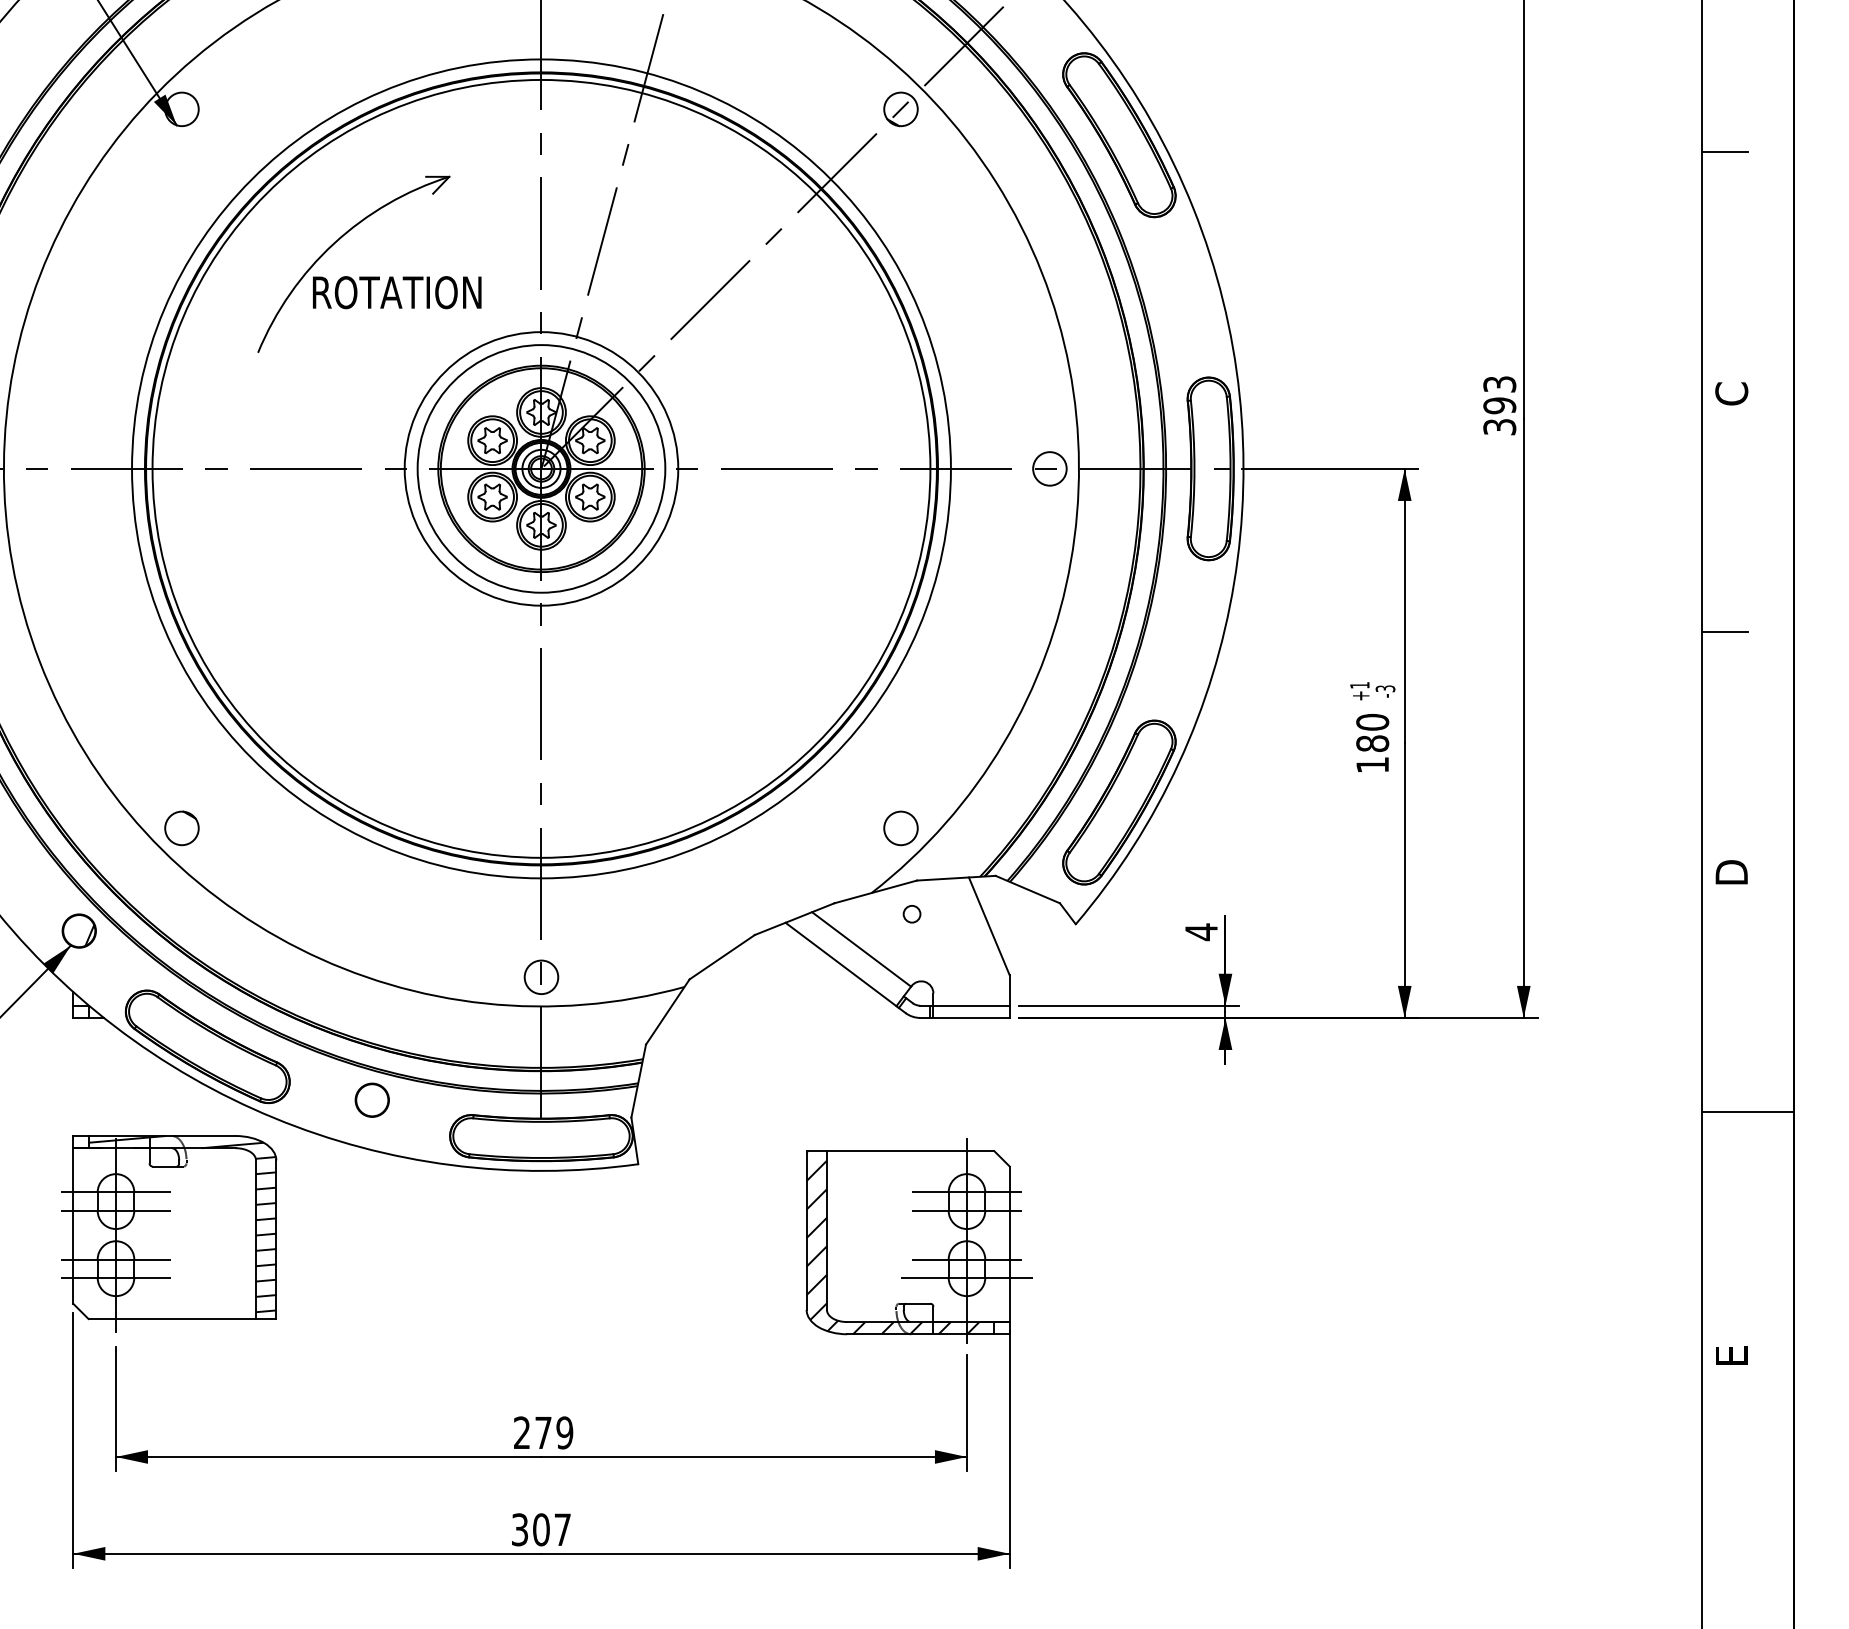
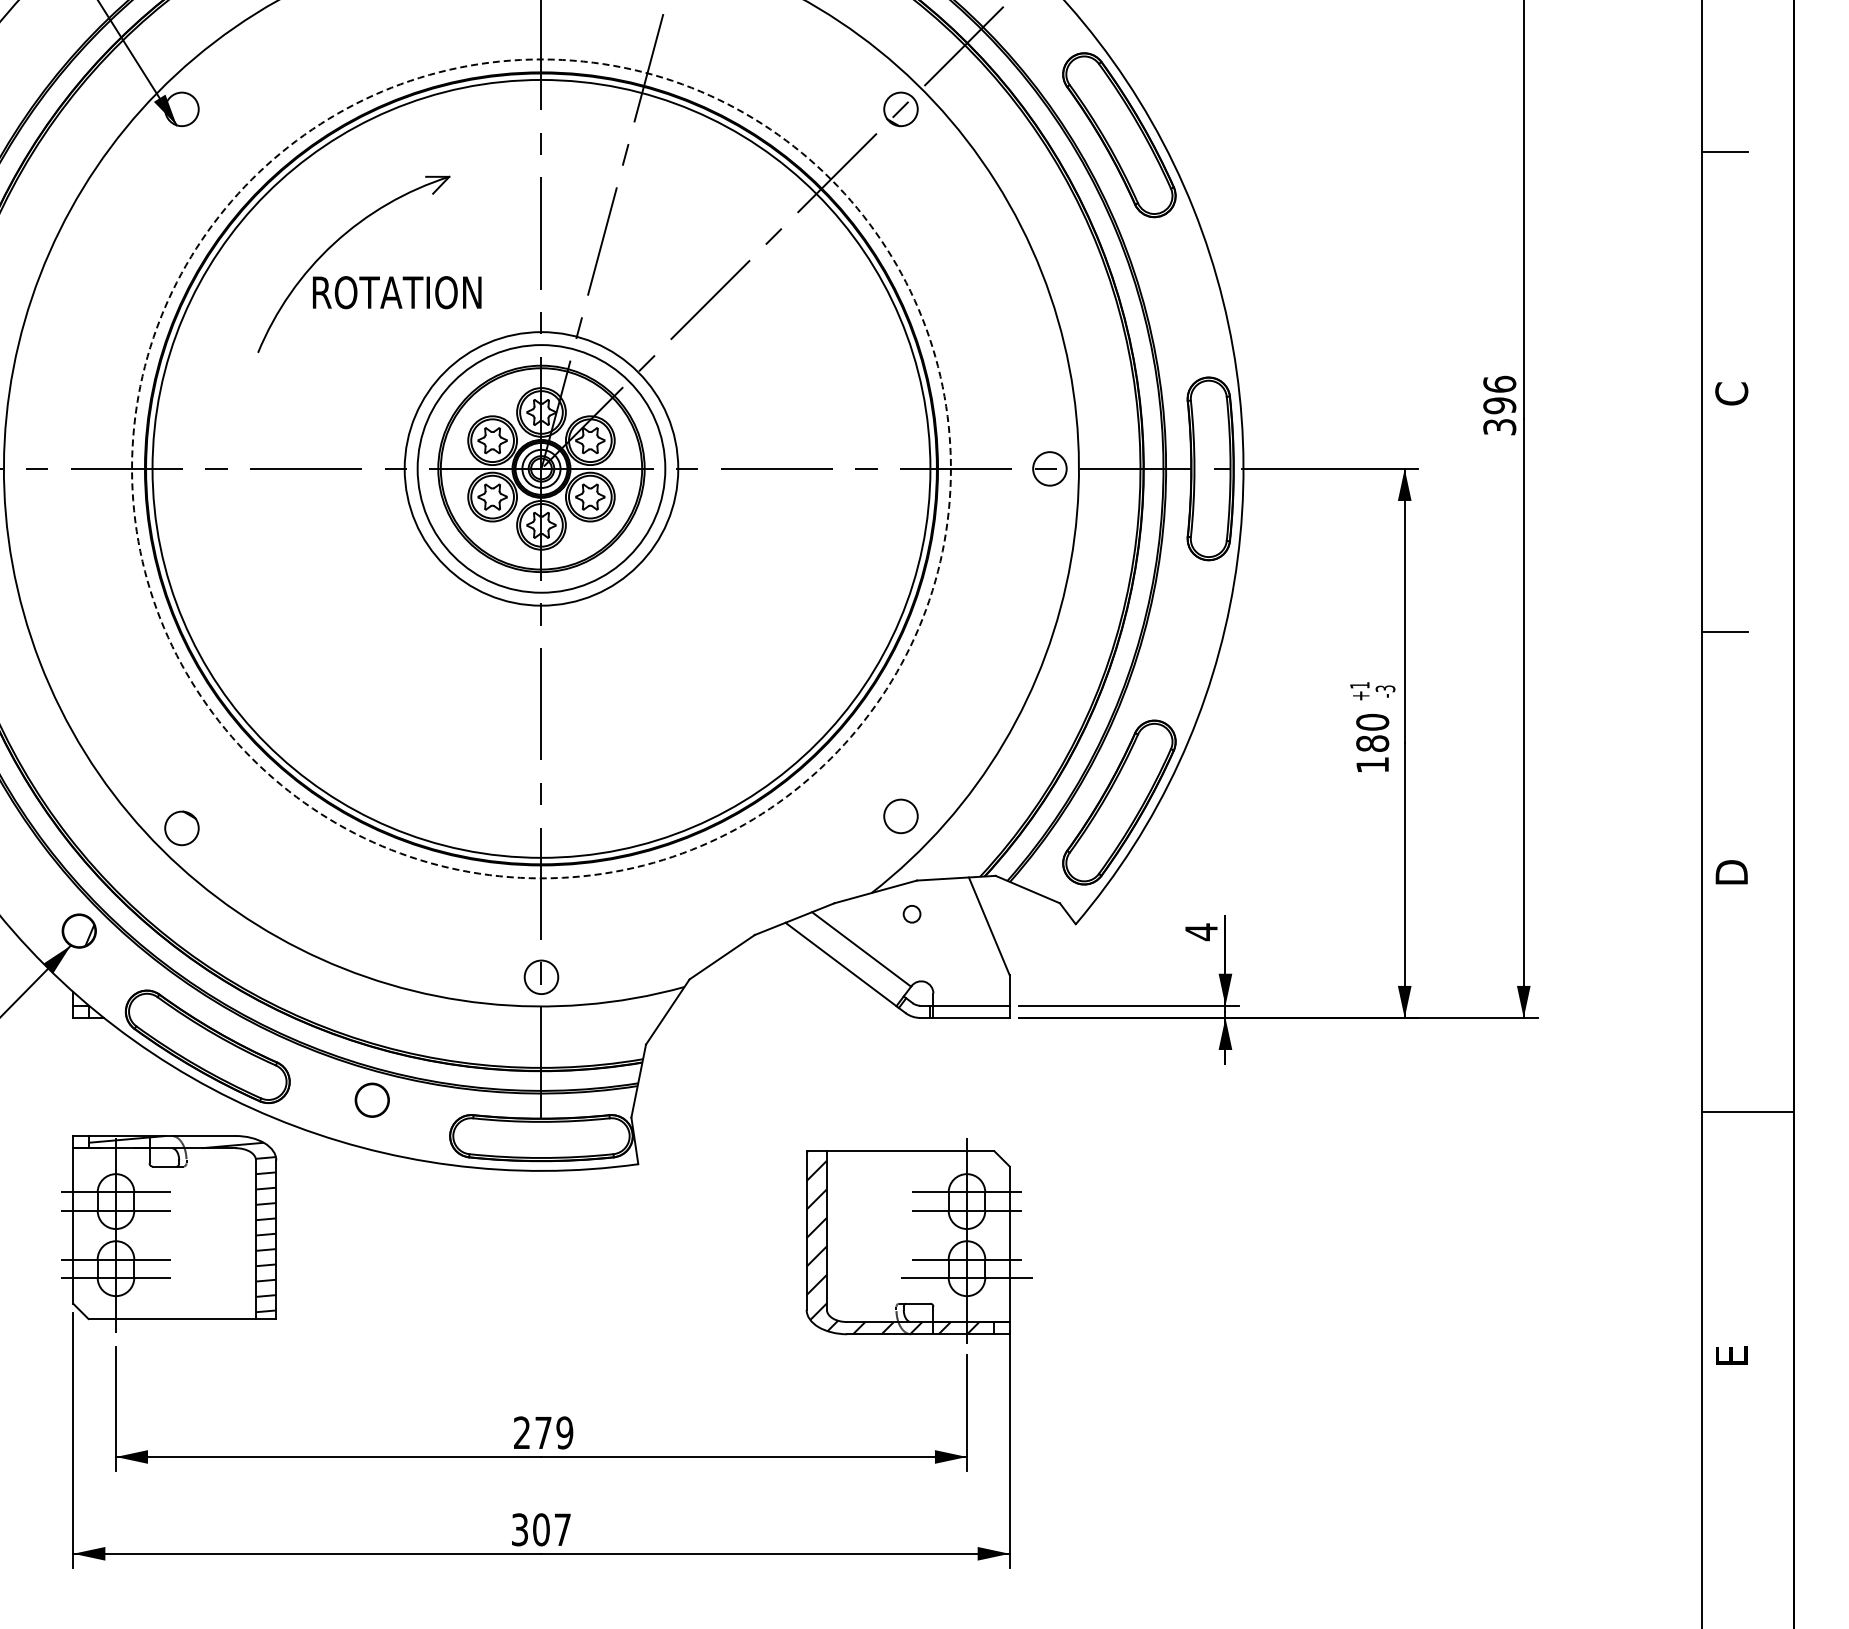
text at (1499, 383): 393 -> 396
circle at (541, 468): solid -> dashed
circle at (900, 828) position: (900, 828) -> (900, 816)
